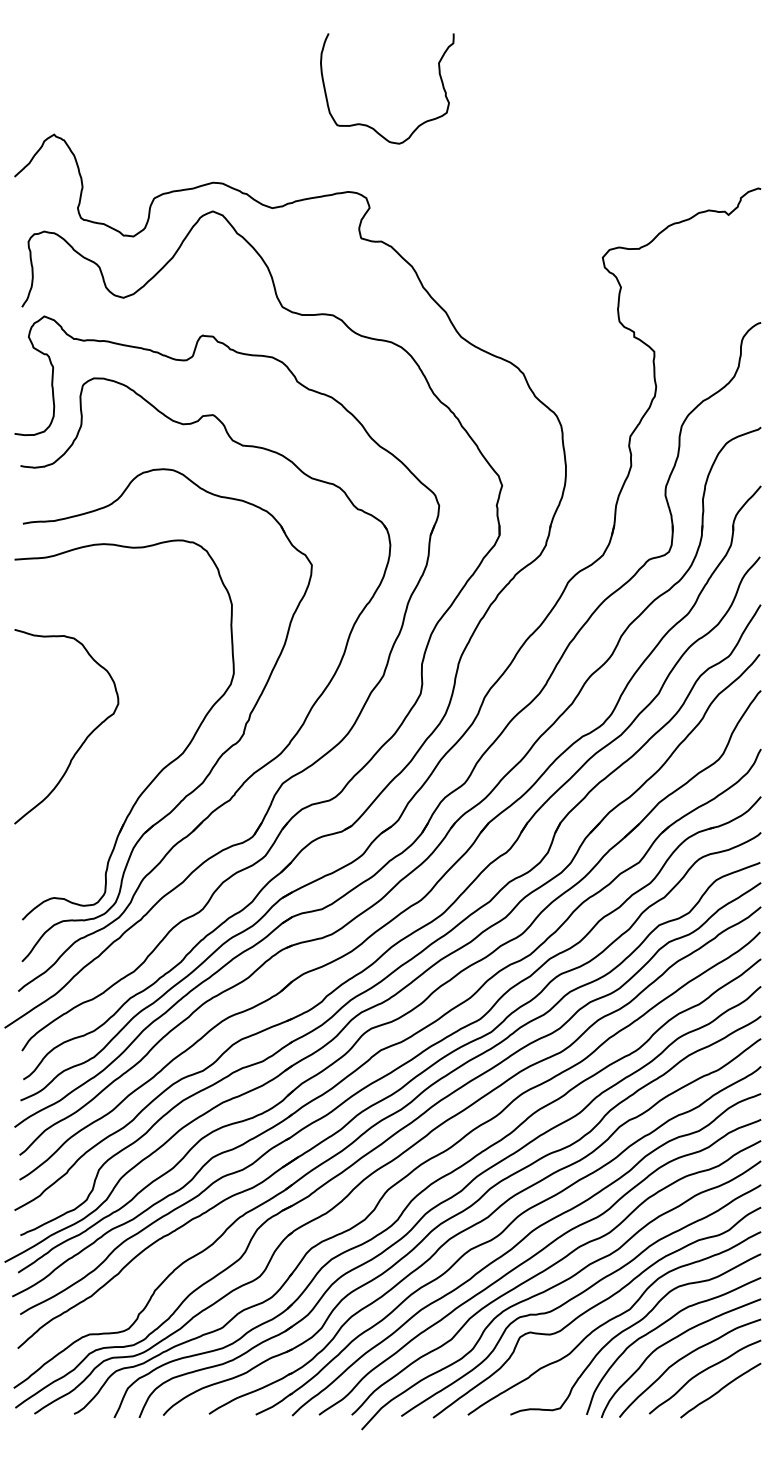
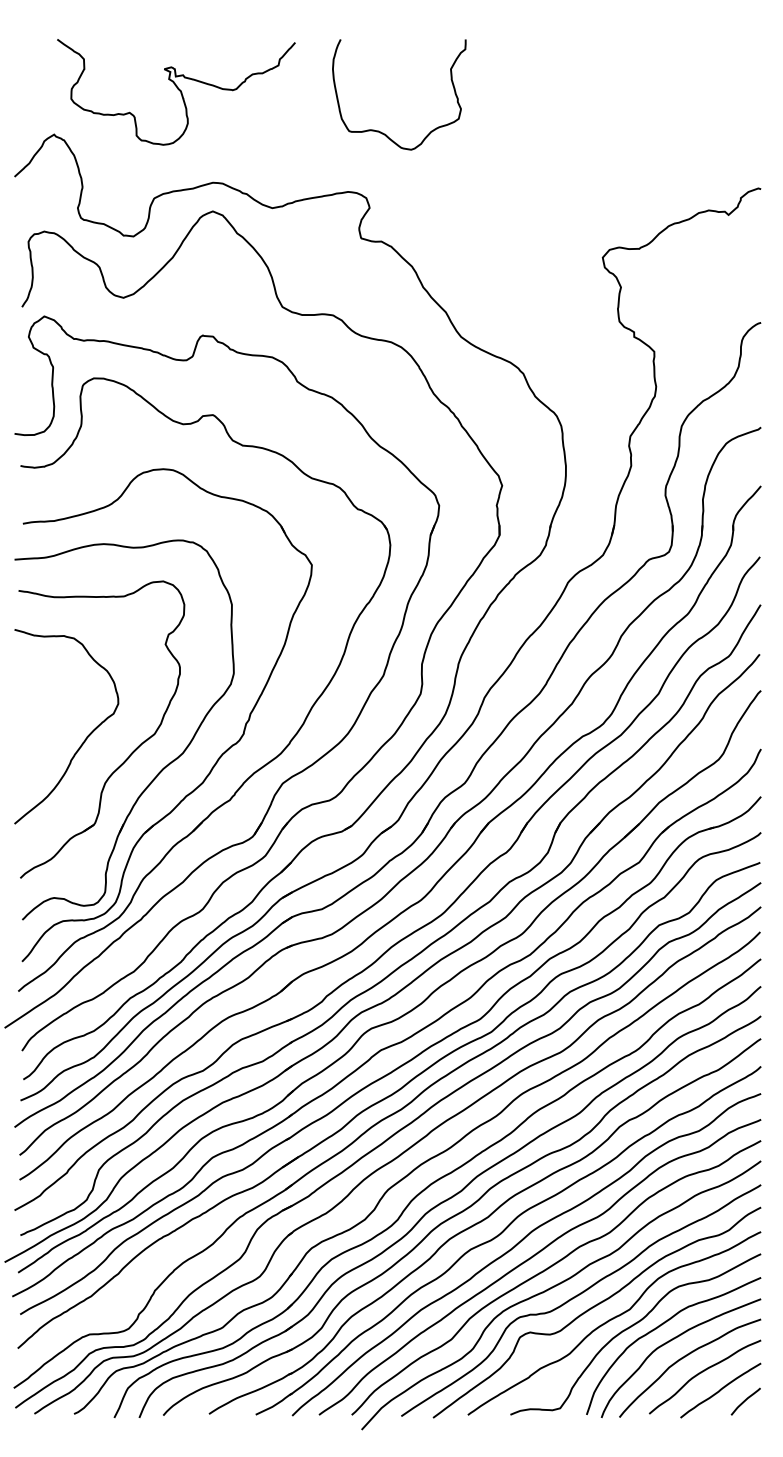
curve at (178, 90): none -> present
curve at (371, 126) position: (371, 126) -> (383, 132)
part at (130, 753): none -> present
curve at (745, 1401): none -> present
